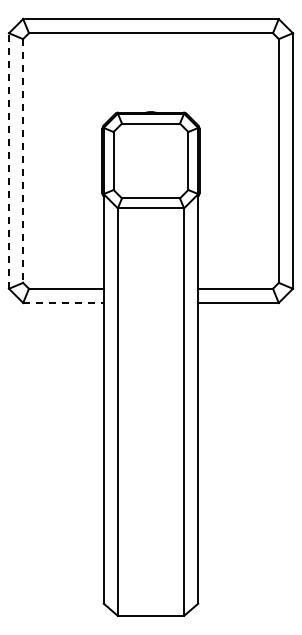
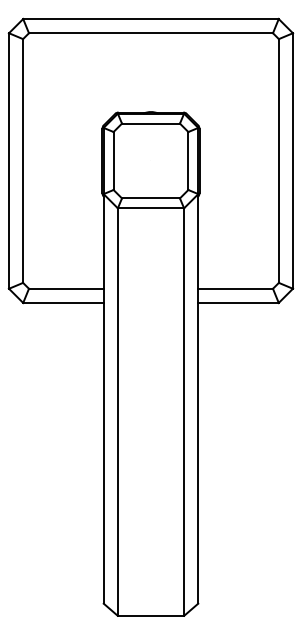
line at (9, 161): dashed -> solid
line at (23, 161): dashed -> solid
line at (63, 302): dashed -> solid
